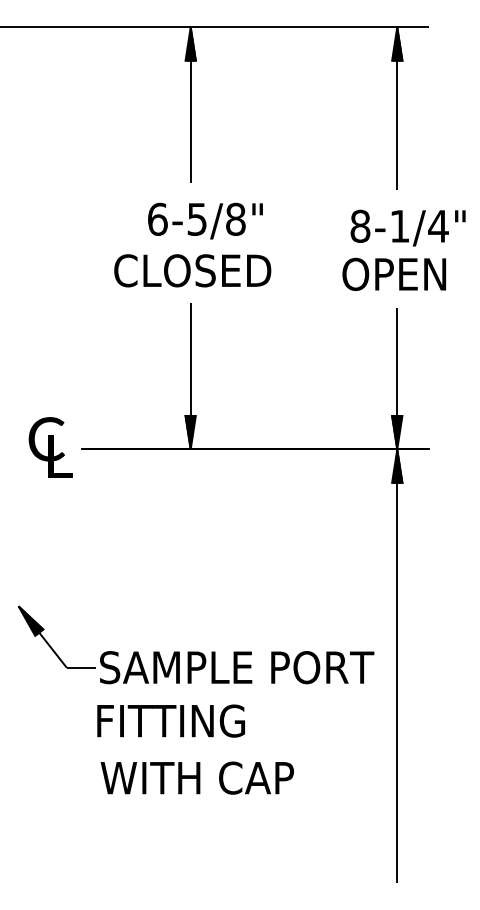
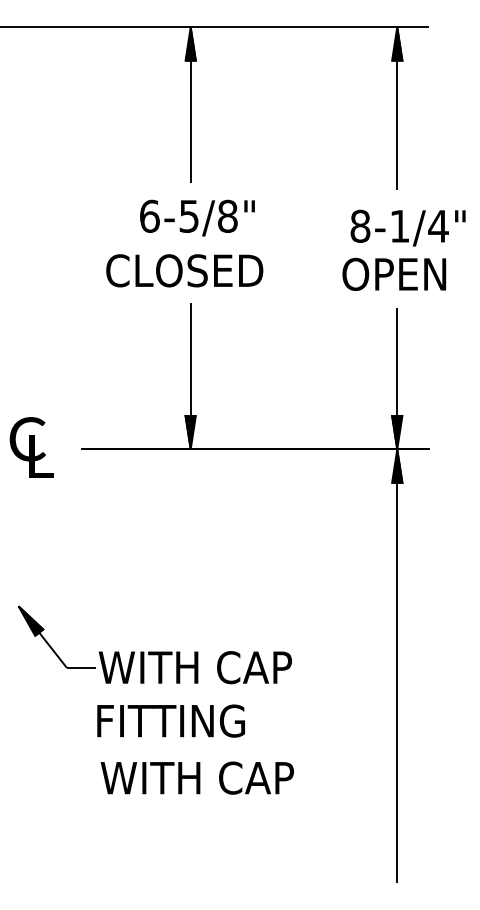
text at (205, 220) position: (205, 220) -> (197, 217)
text at (192, 270) position: (192, 270) -> (184, 270)
text at (50, 447) position: (50, 447) -> (31, 447)
text at (236, 667): SAMPLE PORT -> WITH CAP
